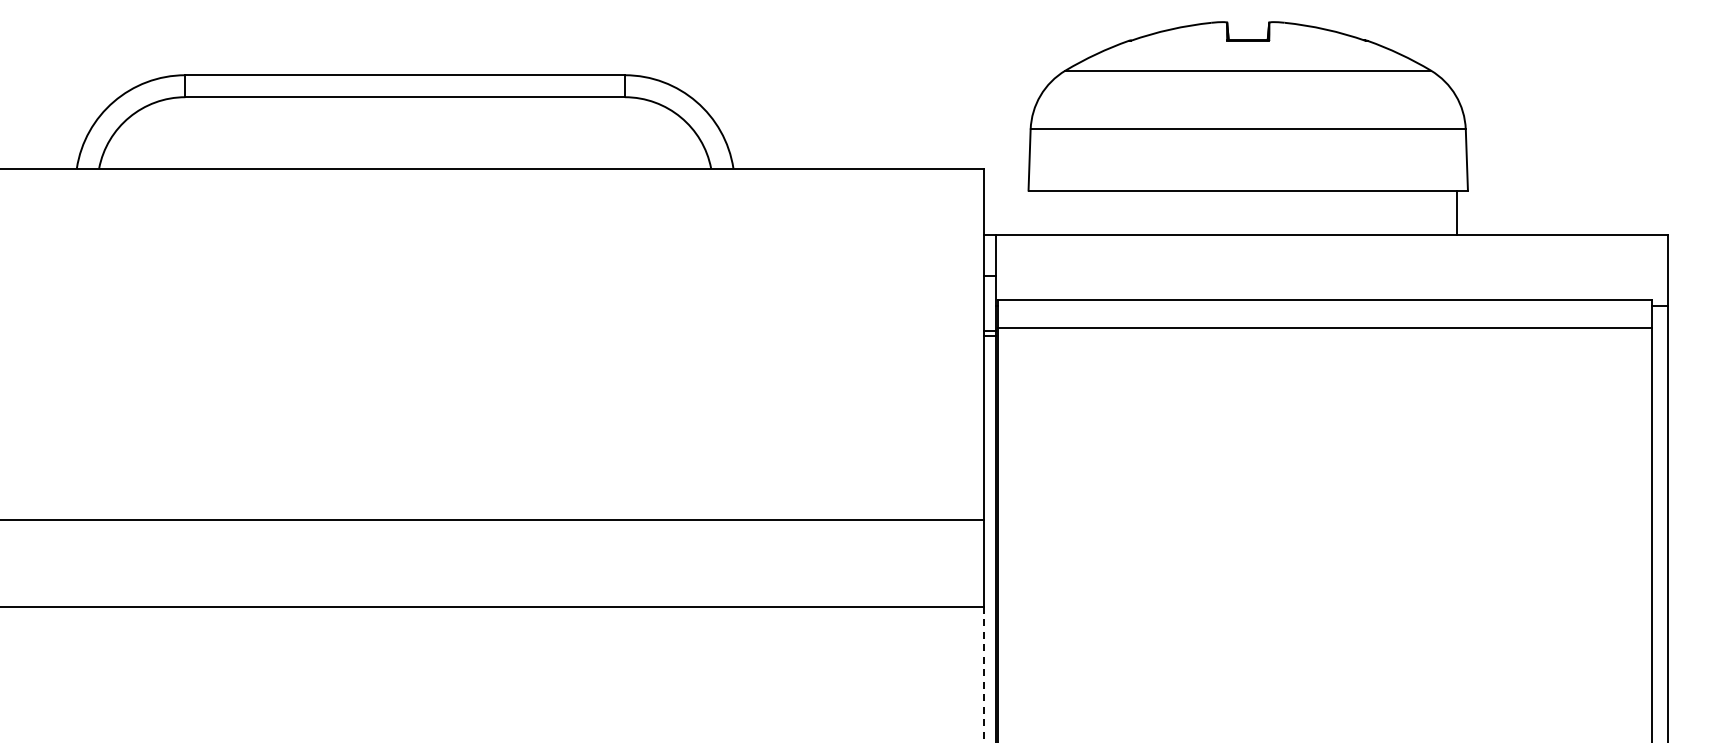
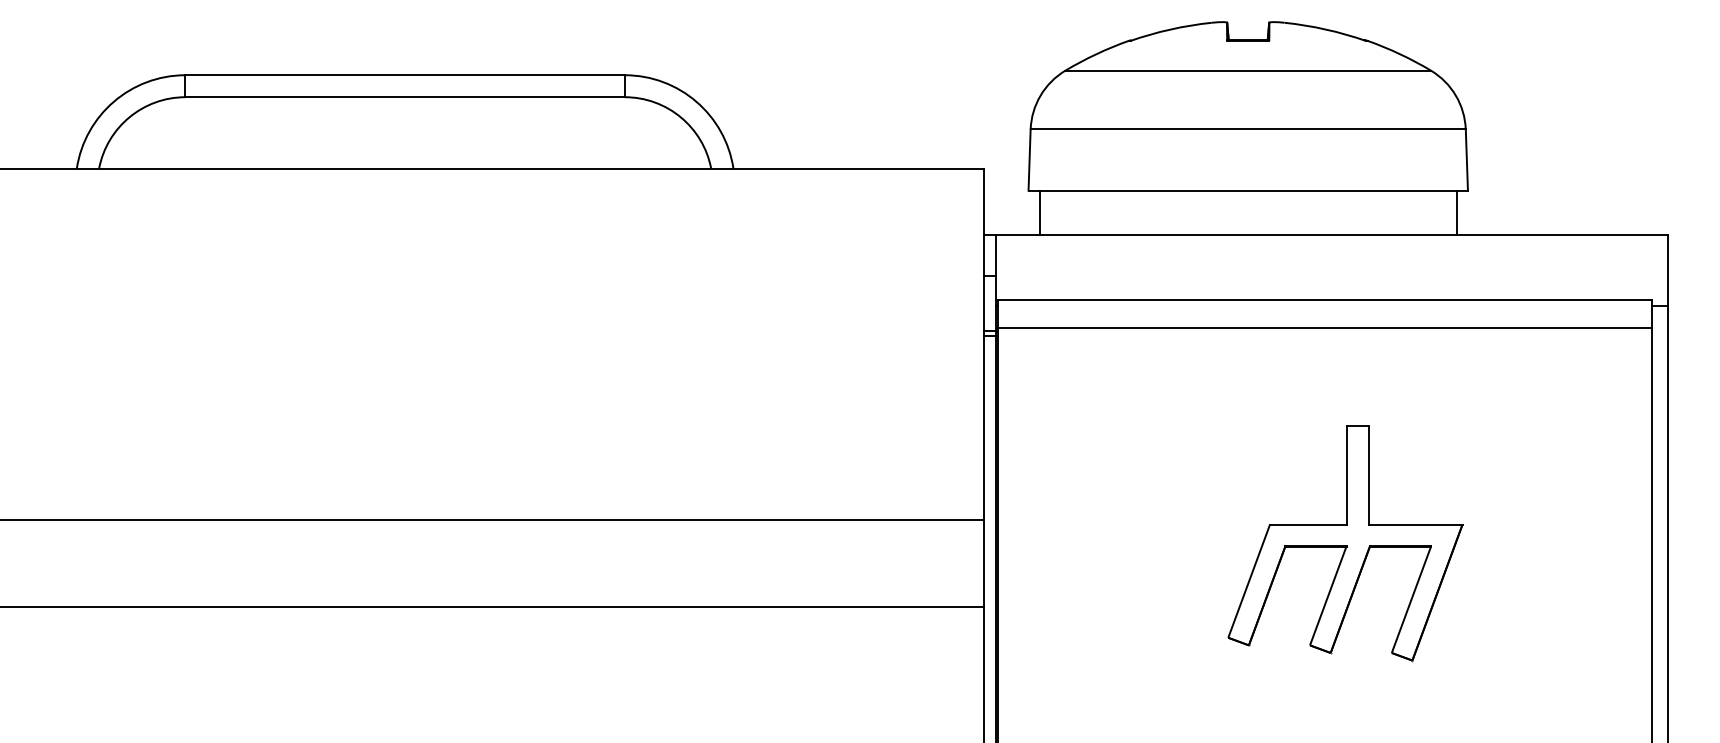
line at (1039, 212): none -> present
part at (1345, 543): none -> present
line at (984, 674): dashed -> solid
